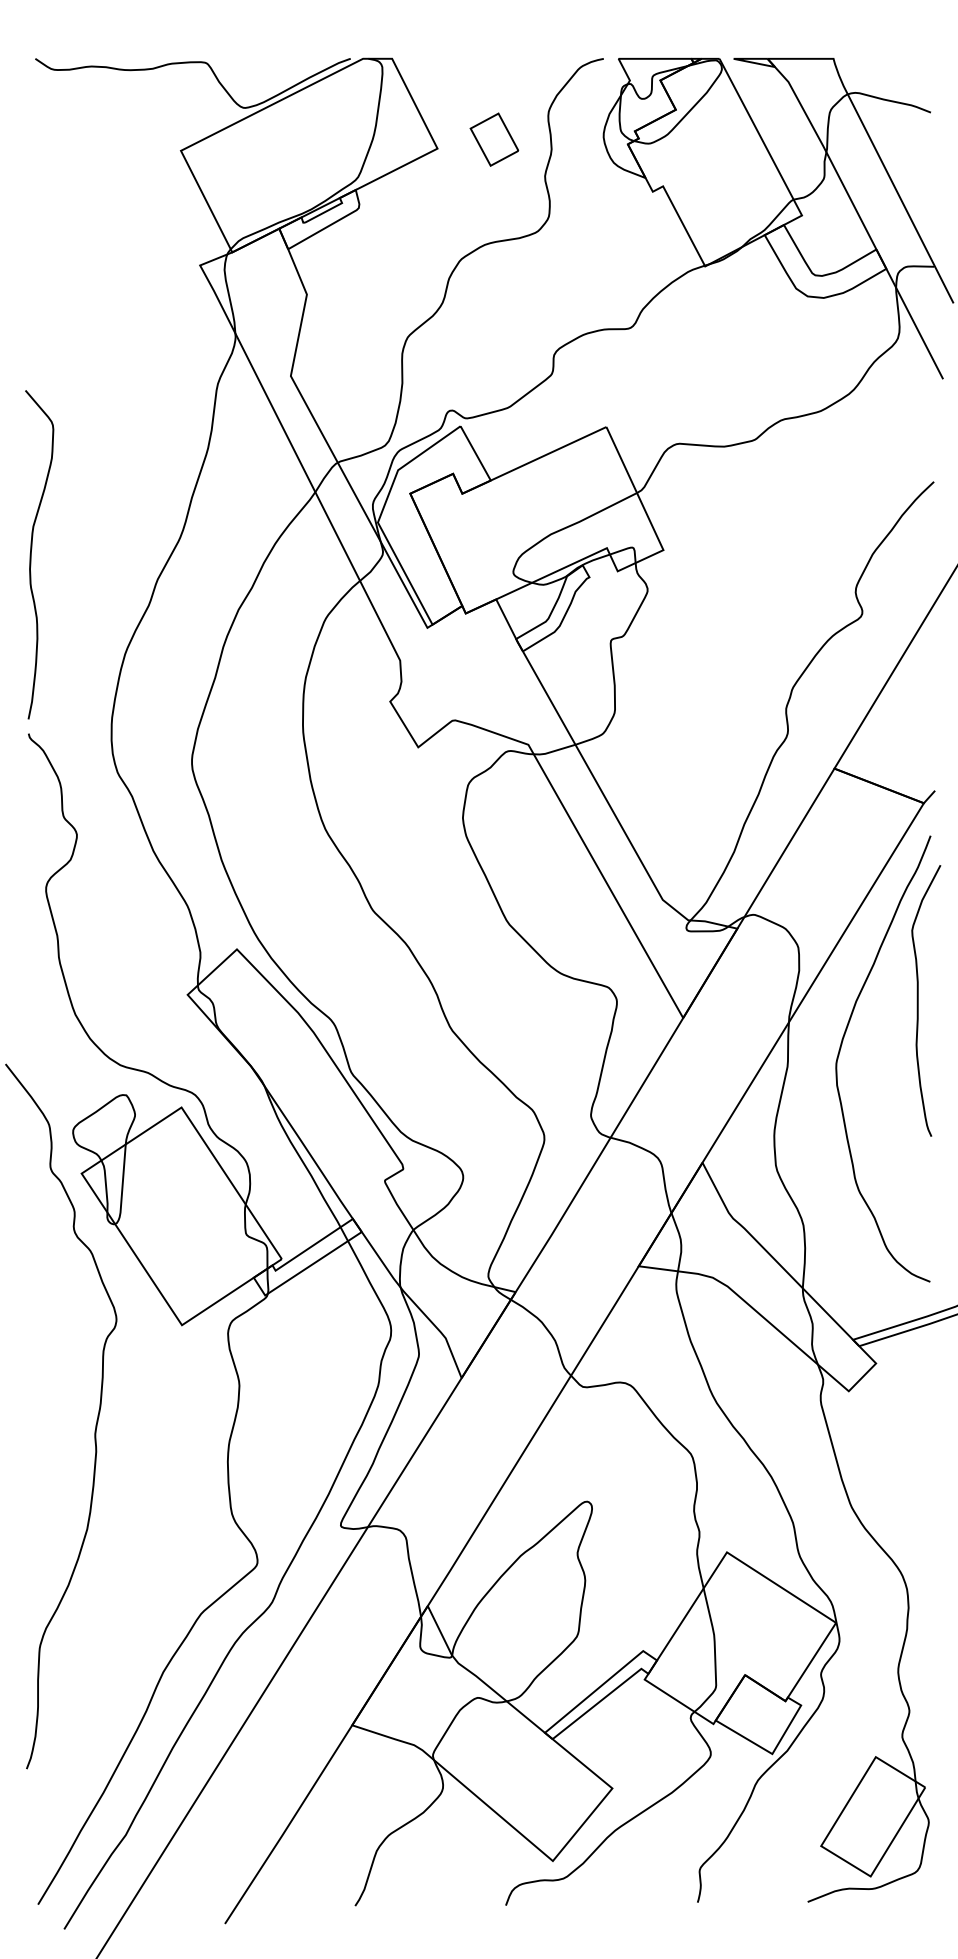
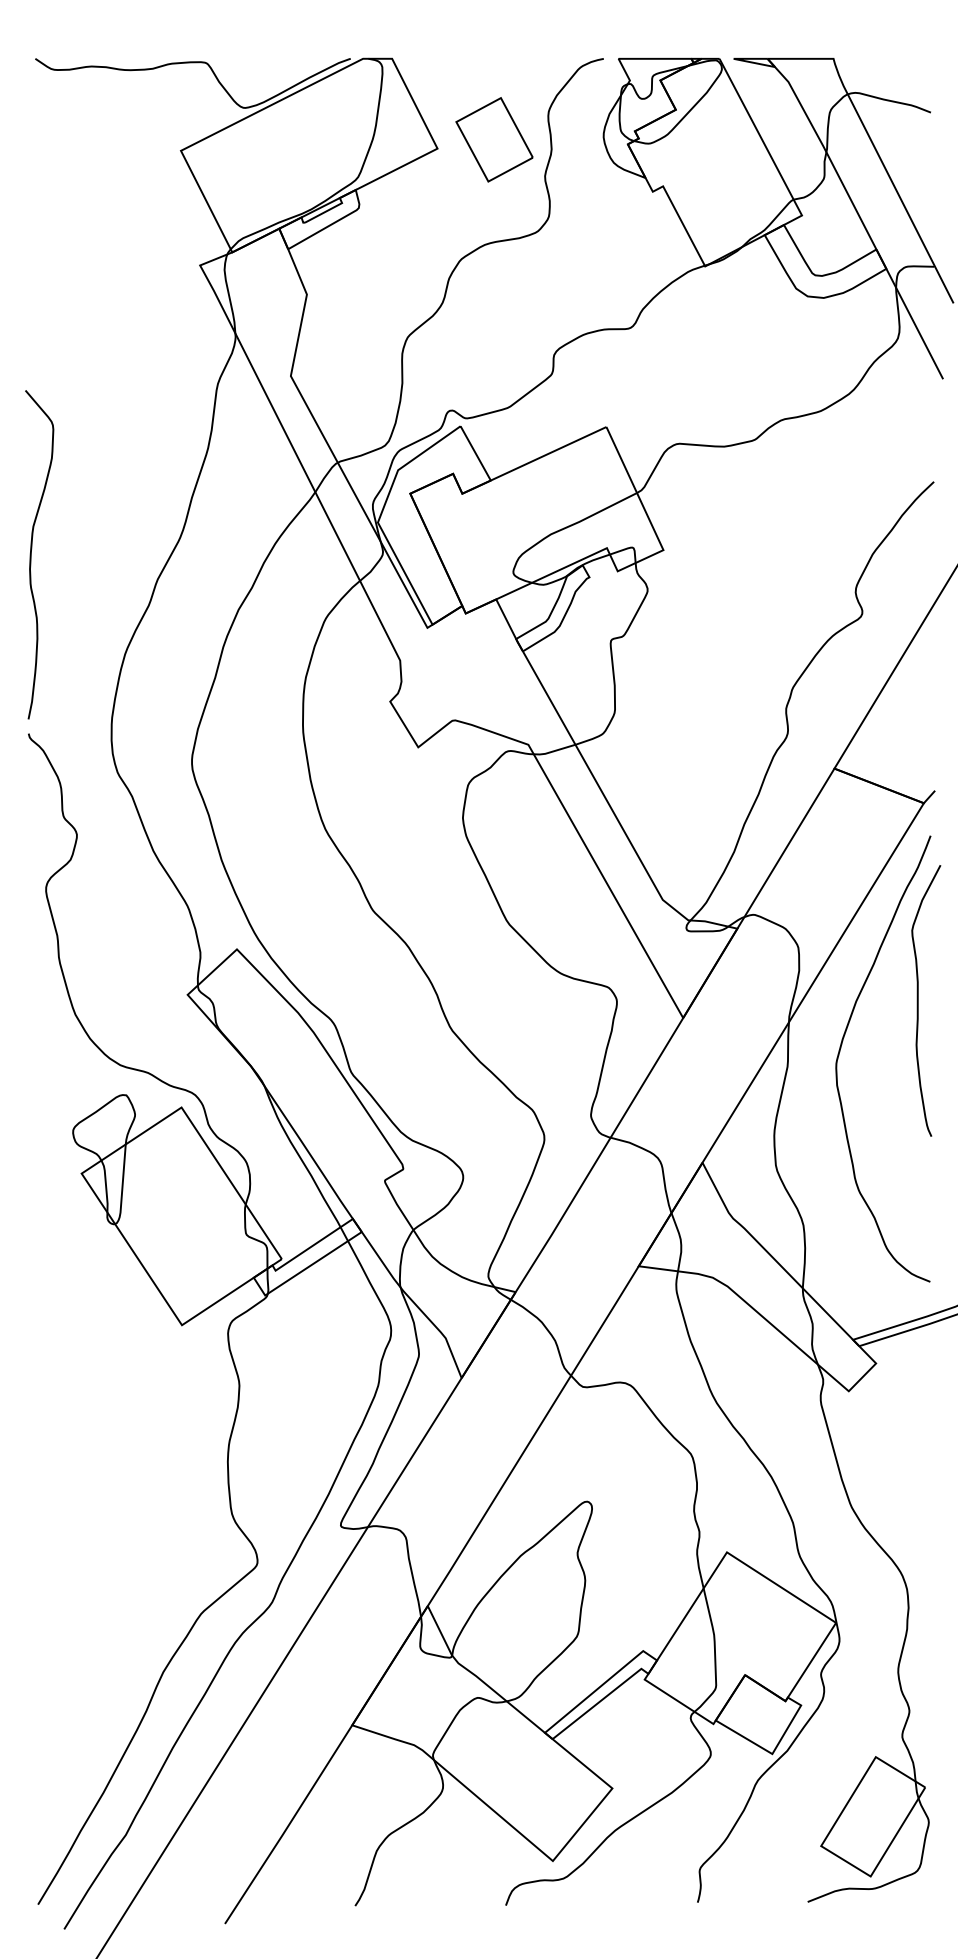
part at (494, 139) size: 51x55 px -> 79x86 px
curve at (95, 1424): present -> none
